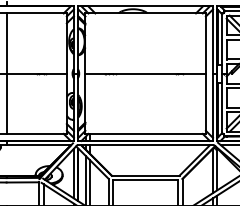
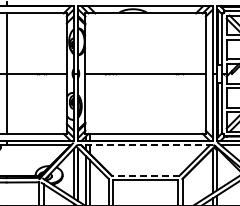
line at (145, 145): solid -> dashed
line at (145, 175): solid -> dashed
